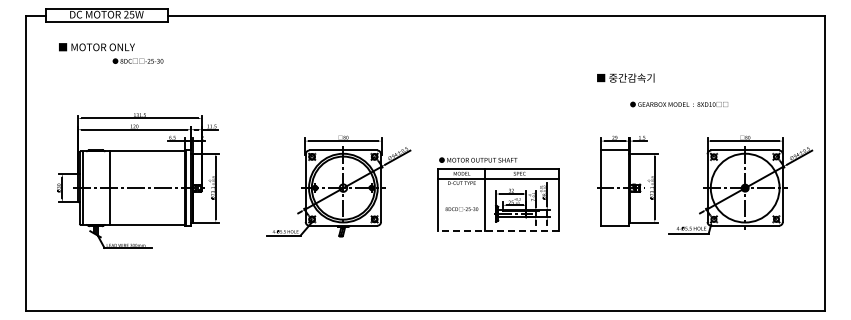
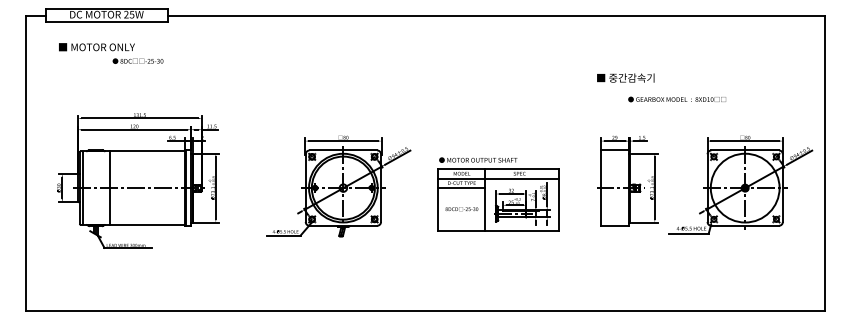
text at (679, 104) position: (679, 104) -> (677, 99)
line at (461, 188): none -> present
line at (498, 230): dashed -> solid
